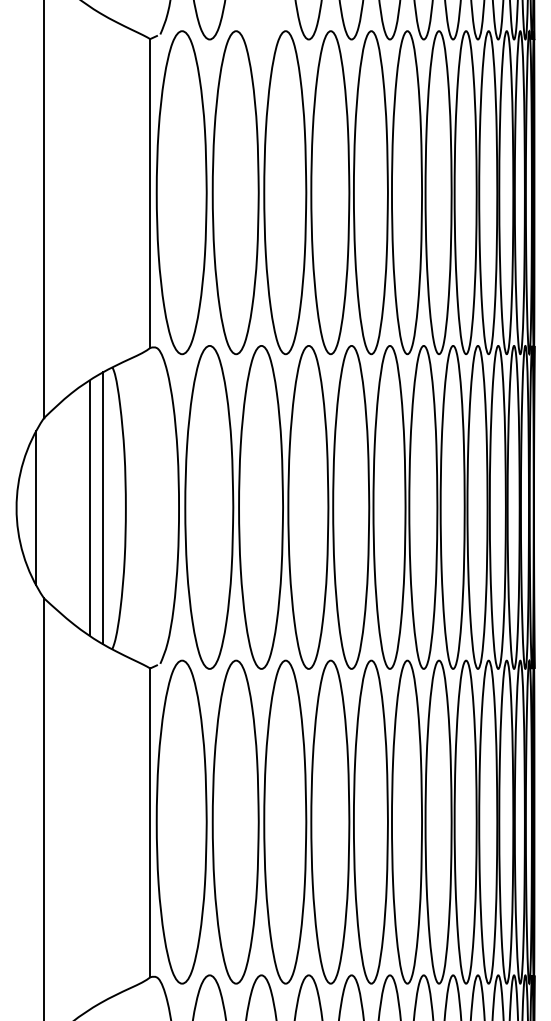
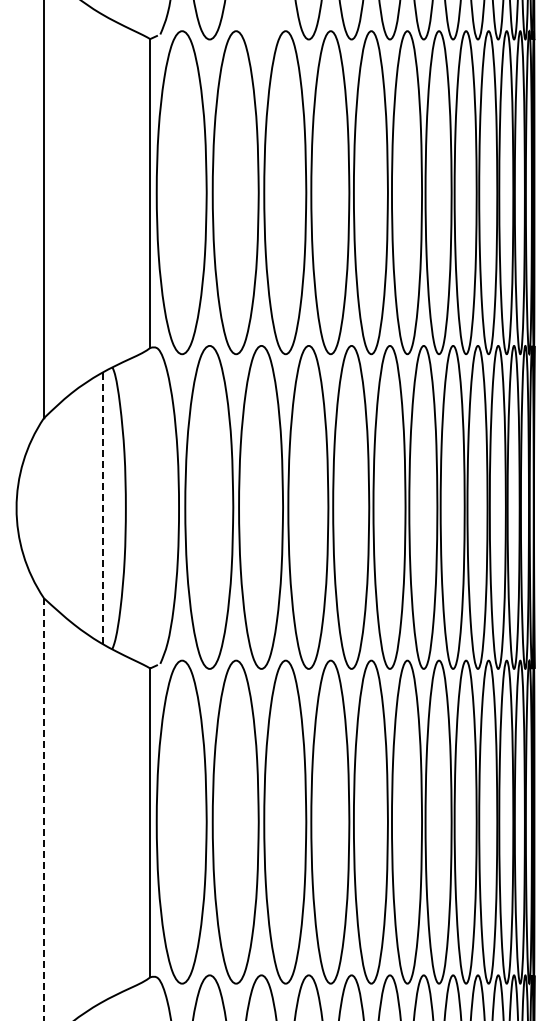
line at (89, 507): present -> none
line at (36, 508): present -> none
line at (103, 508): solid -> dashed
line at (43, 809): solid -> dashed
